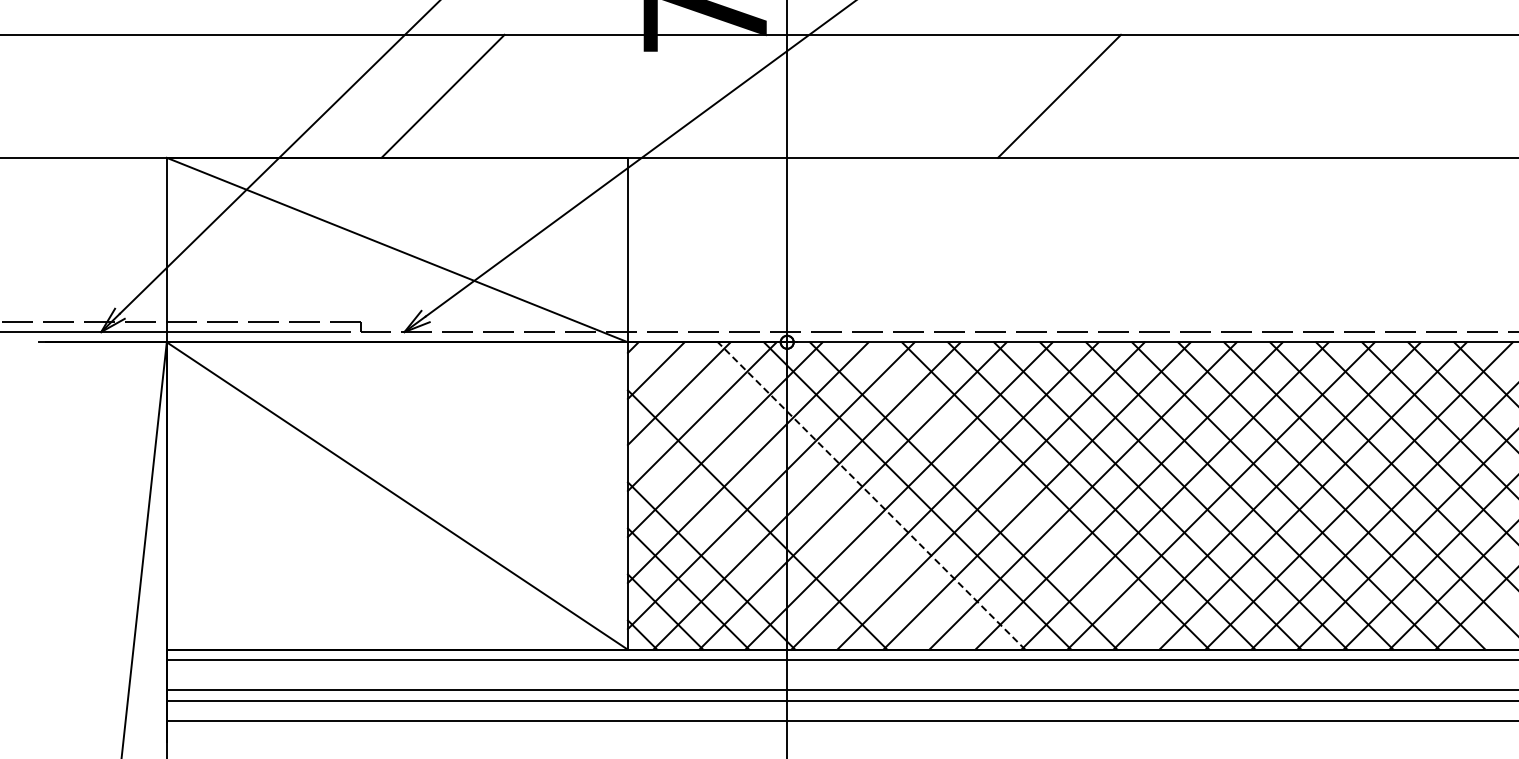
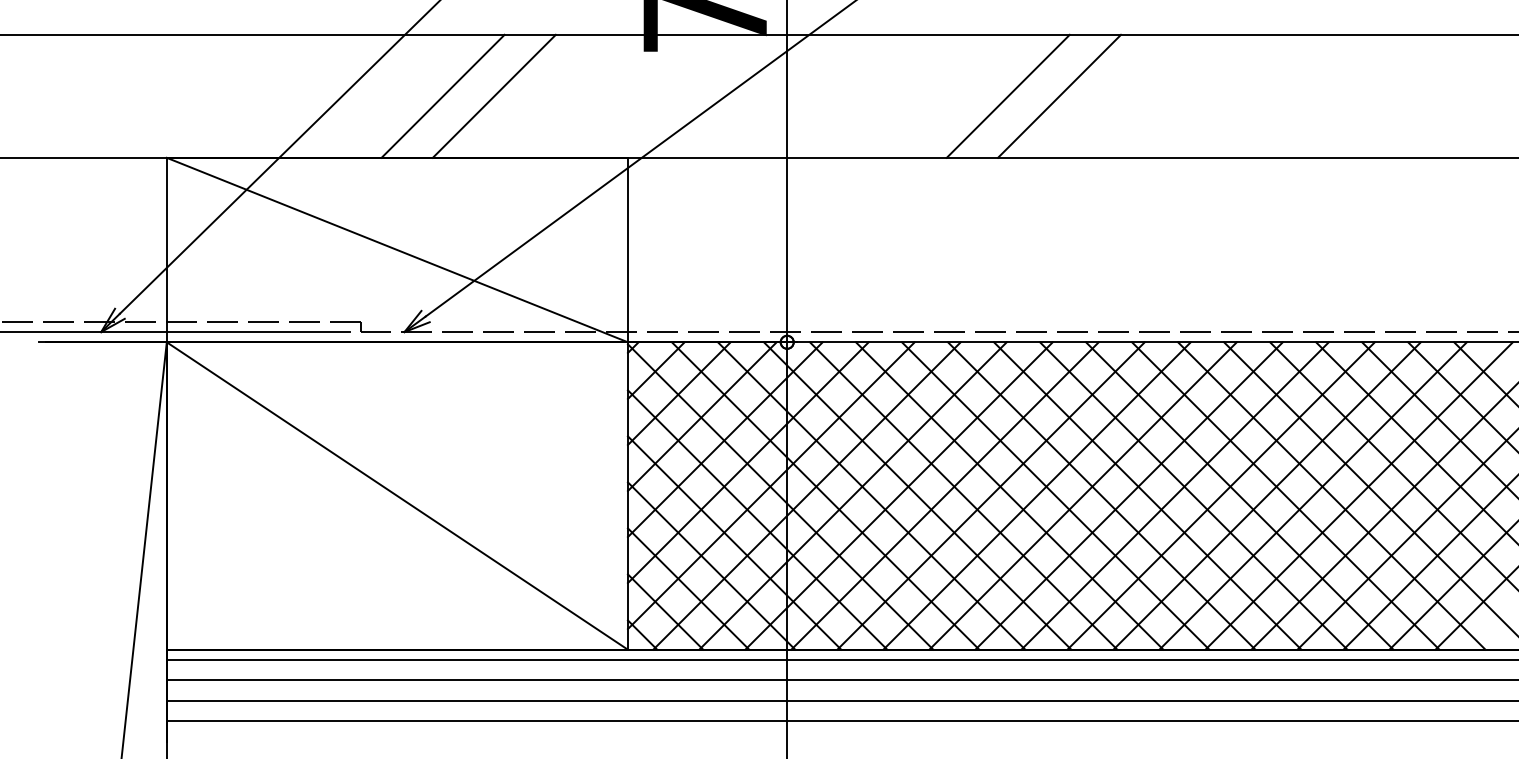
line at (493, 95): none -> present
line at (1007, 95): none -> present
line at (825, 495): none -> present
line at (871, 495): dashed -> solid
line at (1009, 495): none -> present
line at (780, 496): none -> present
line at (734, 542): none -> present
line at (840, 690) position: (840, 690) -> (840, 680)
